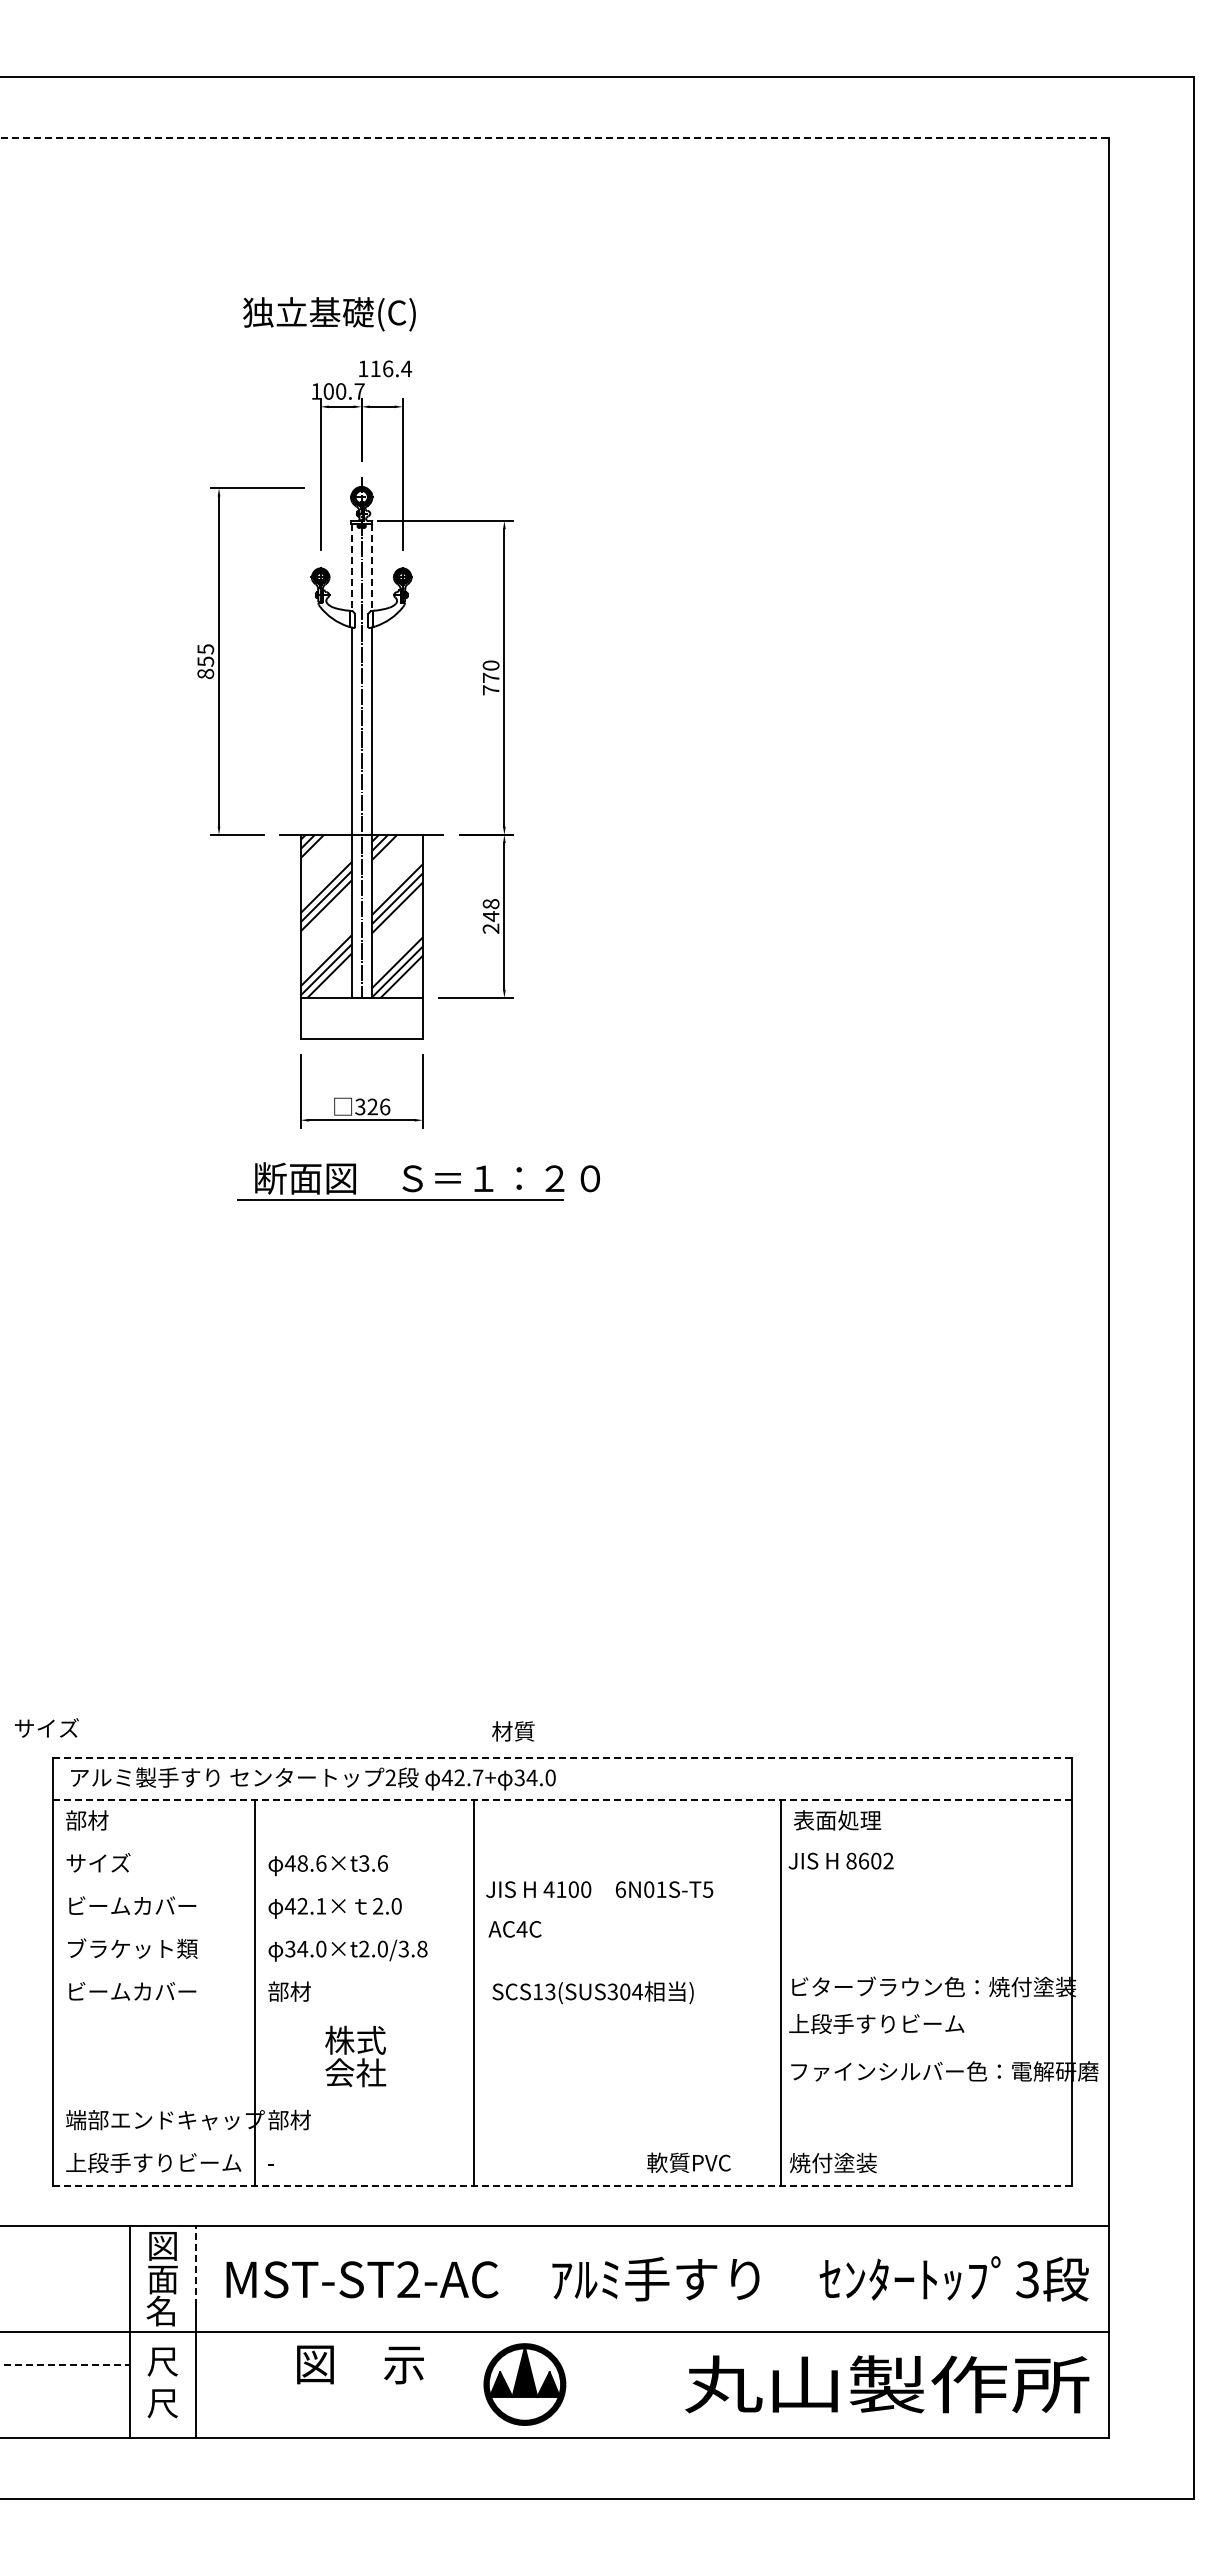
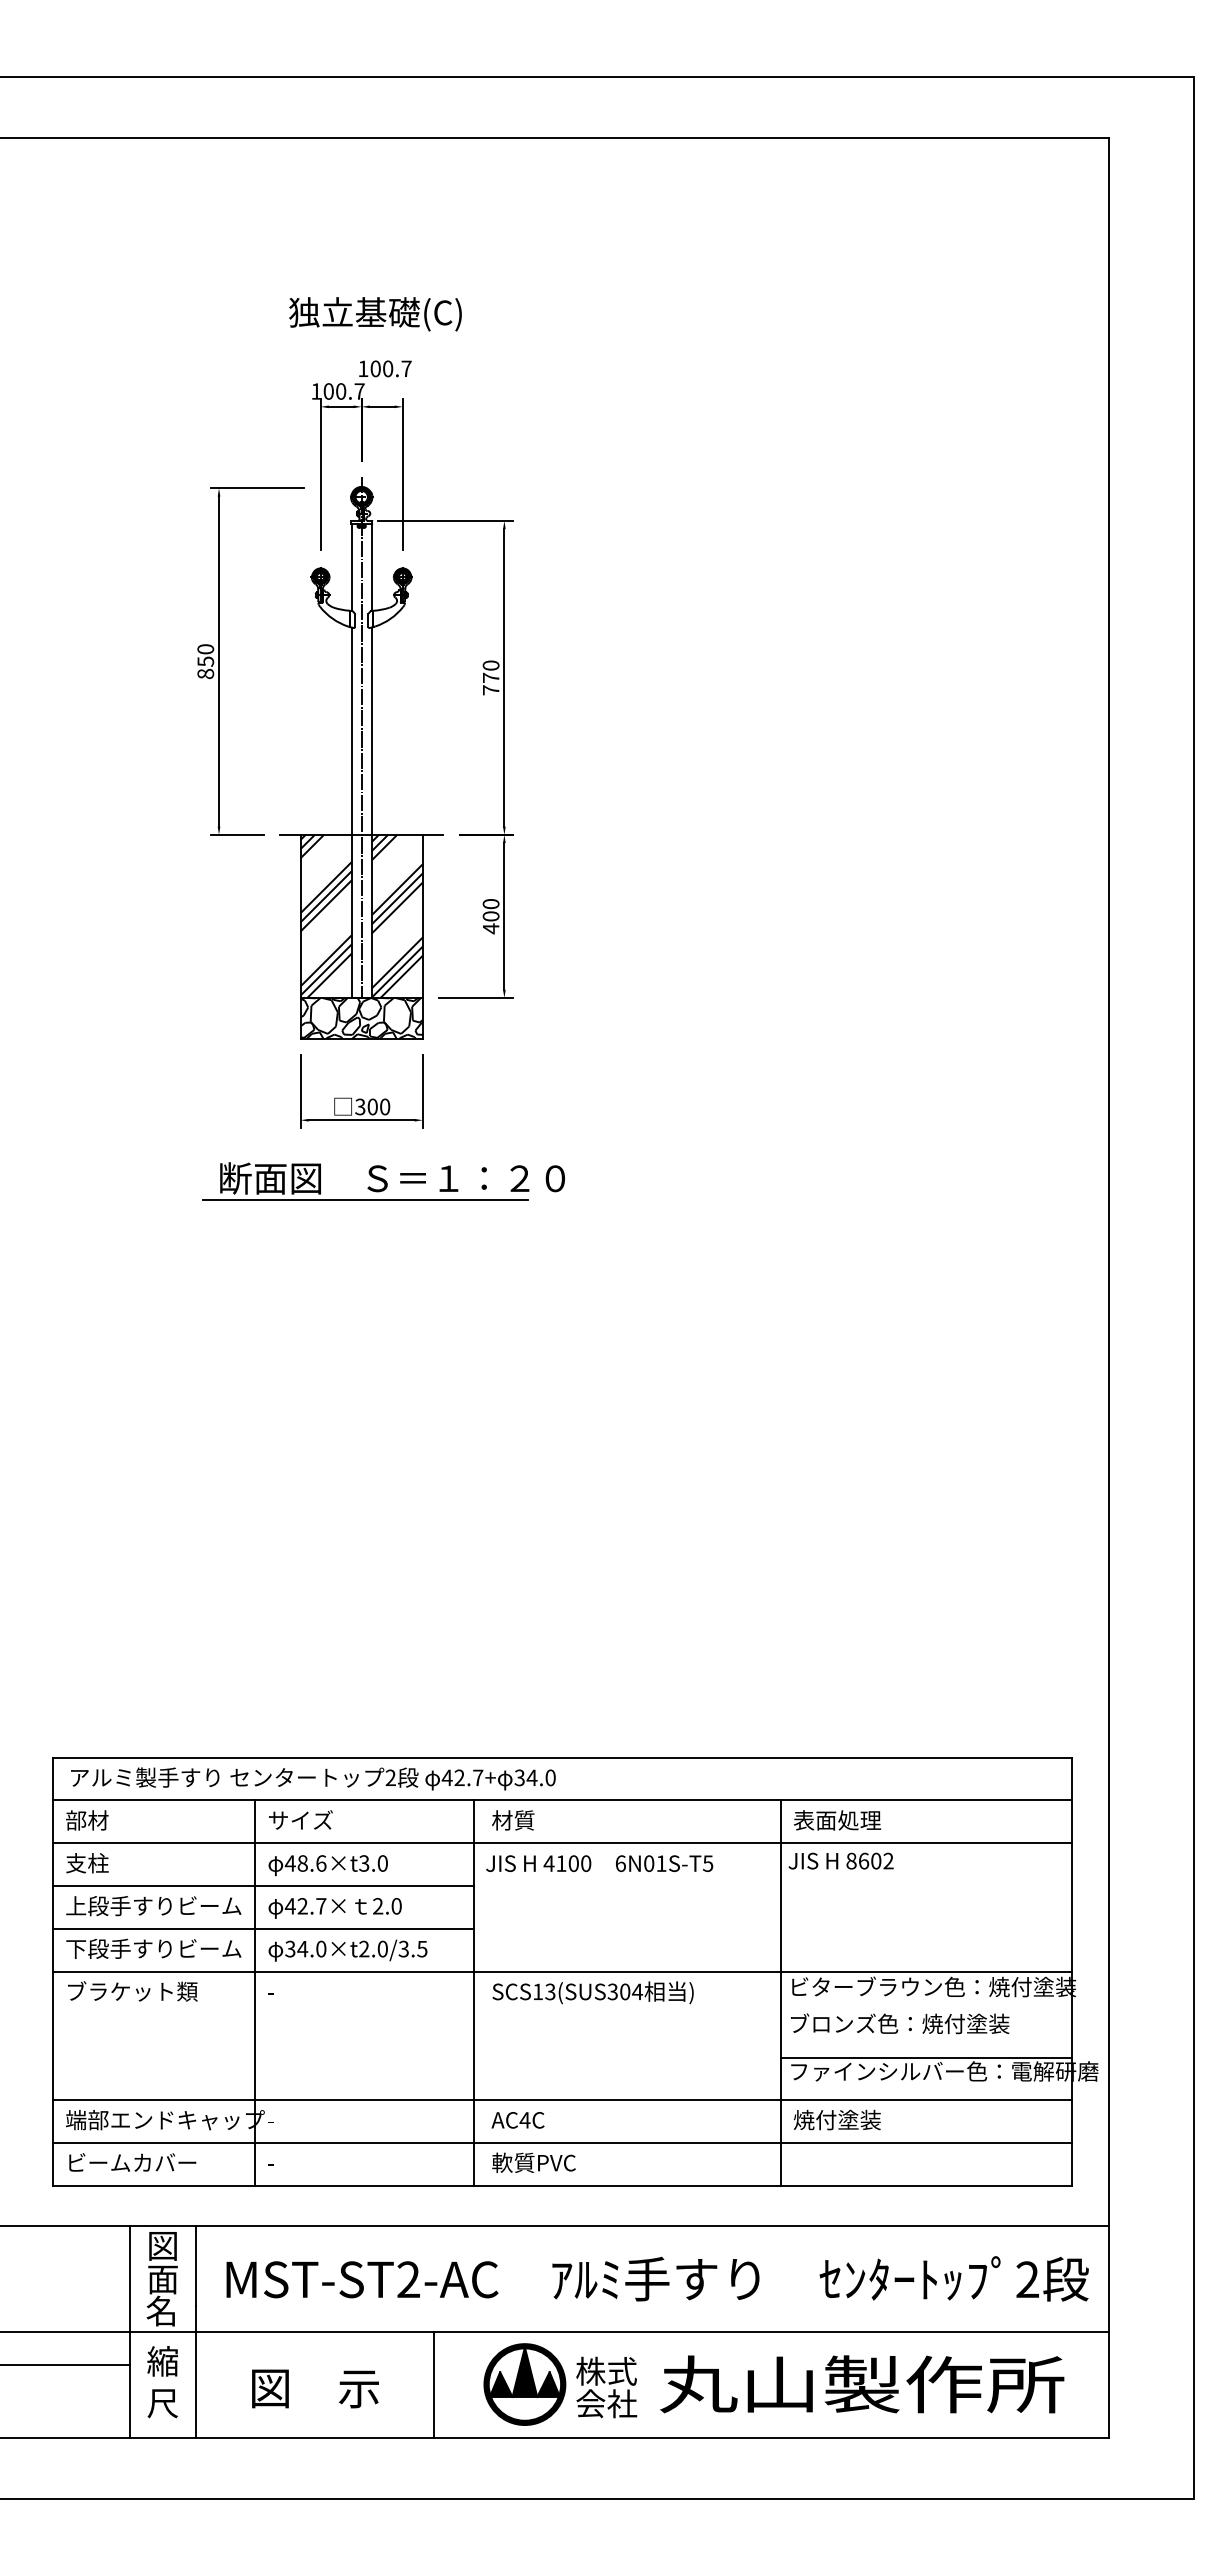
line at (554, 137): dashed -> solid
text at (329, 314) position: (329, 314) -> (375, 314)
text at (391, 368): 116.4 -> 100.7
line at (351, 567): dashed -> solid
line at (371, 567): dashed -> solid
text at (205, 649): 855 -> 850
text at (490, 916): 248 -> 400
hatch at (361, 1017): none -> present
text at (378, 1106): 326 -> 300
part at (418, 1181) position: (418, 1181) -> (383, 1181)
text at (46, 1727) position: (46, 1727) -> (300, 1819)
text at (513, 1731) position: (513, 1731) -> (513, 1820)
line at (562, 1757): dashed -> solid
line at (562, 1800): dashed -> solid
line at (562, 1843): none -> present
text at (98, 1863): サイズ -> 支柱
text at (382, 1863): 48.6×t3.6 -> 48.6×t3.0
line at (263, 1885): none -> present
text at (599, 1889) position: (599, 1889) -> (599, 1863)
text at (153, 1906): ビームカバー -> 上段手すりビーム
text at (321, 1906): 42.1× -> 42.7×
line at (263, 1928): none -> present
text at (514, 1929) position: (514, 1929) -> (517, 2120)
text at (153, 1948): ブラケット類 -> 下段手すりビーム
text at (422, 1948): 34.0×t2.0/3.8 -> 34.0×t2.0/3.5
line at (562, 1971): none -> present
text at (132, 1991): ビームカバー -> ブラケット類
text at (289, 1991): 部材 -> -
text at (899, 2023): 上段手すりビーム -> ブロンズ色：焼付塗装
text at (355, 2056) position: (355, 2056) -> (606, 2387)
line at (926, 2058): none -> present
line at (562, 2099): none -> present
text at (289, 2119): 部材 -> -
line at (562, 2142): none -> present
text at (153, 2162): 上段手すりビーム -> ビームカバー
text at (688, 2162) position: (688, 2162) -> (533, 2162)
text at (833, 2162) position: (833, 2162) -> (837, 2119)
line at (562, 2185): dashed -> solid
line at (196, 2266): dashed -> solid
text at (1027, 2279): 3 -> 2
text at (162, 2361): 尺 -> 縮
line at (65, 2364): dashed -> solid
text at (360, 2364) position: (360, 2364) -> (315, 2388)
text at (887, 2384) position: (887, 2384) -> (862, 2384)
line at (433, 2385): none -> present
